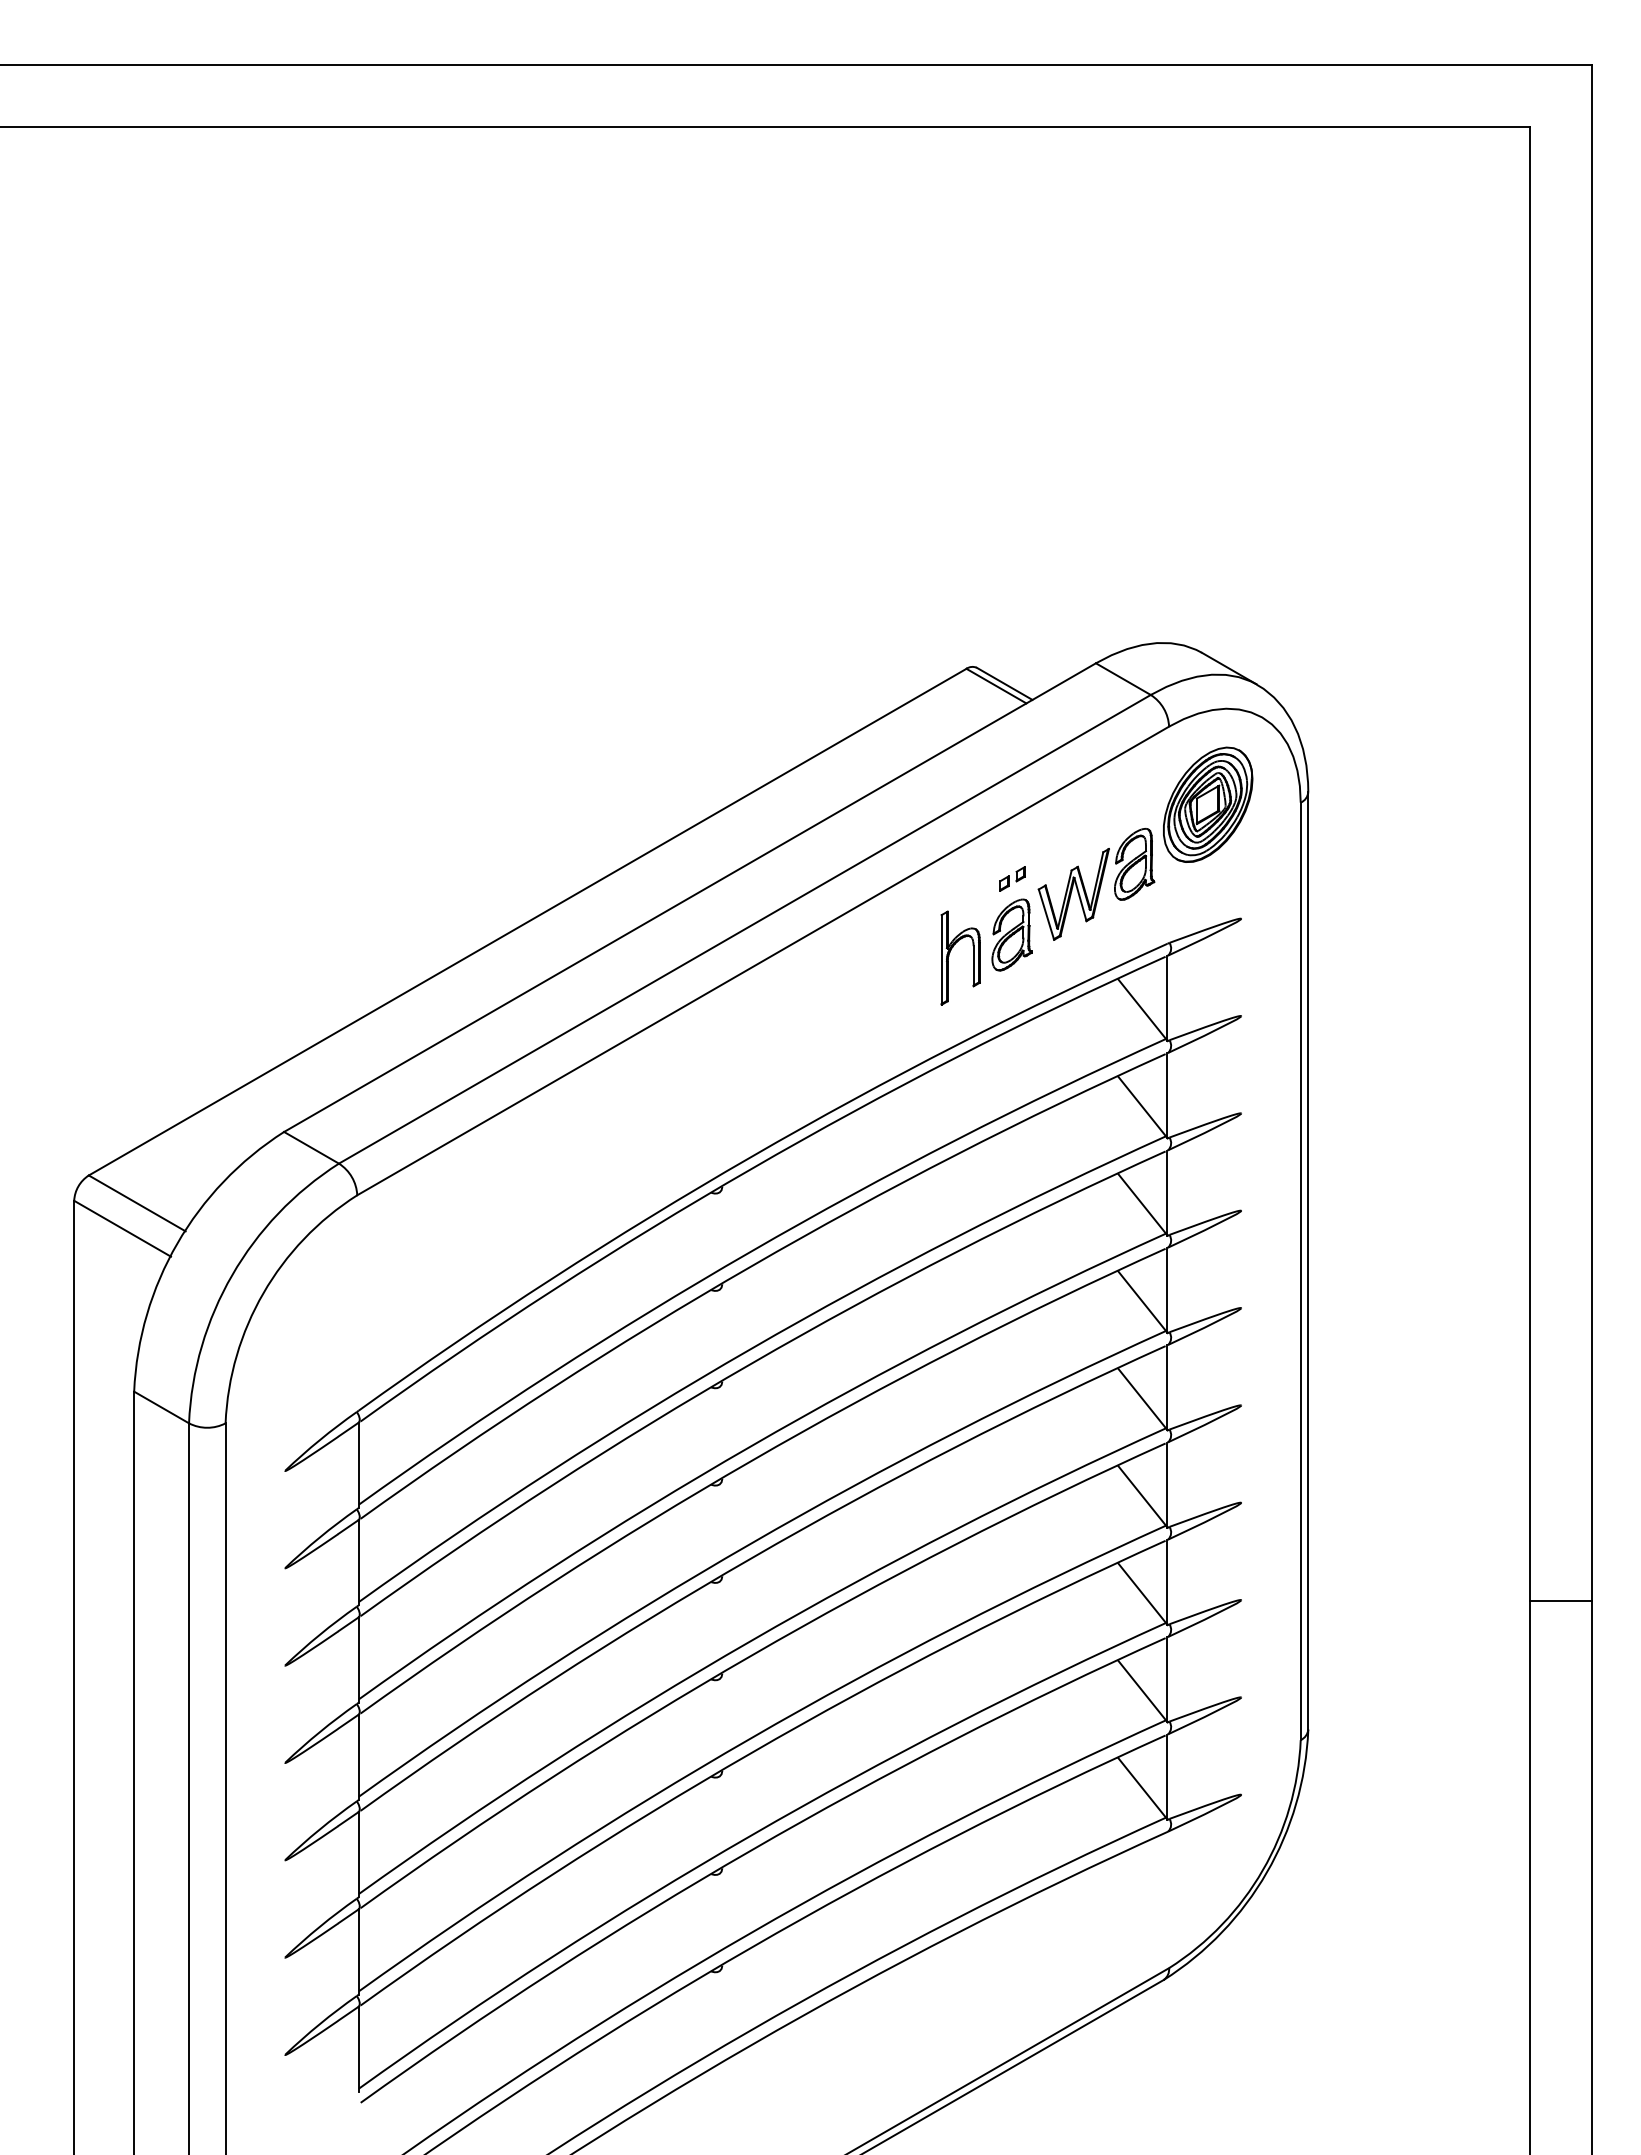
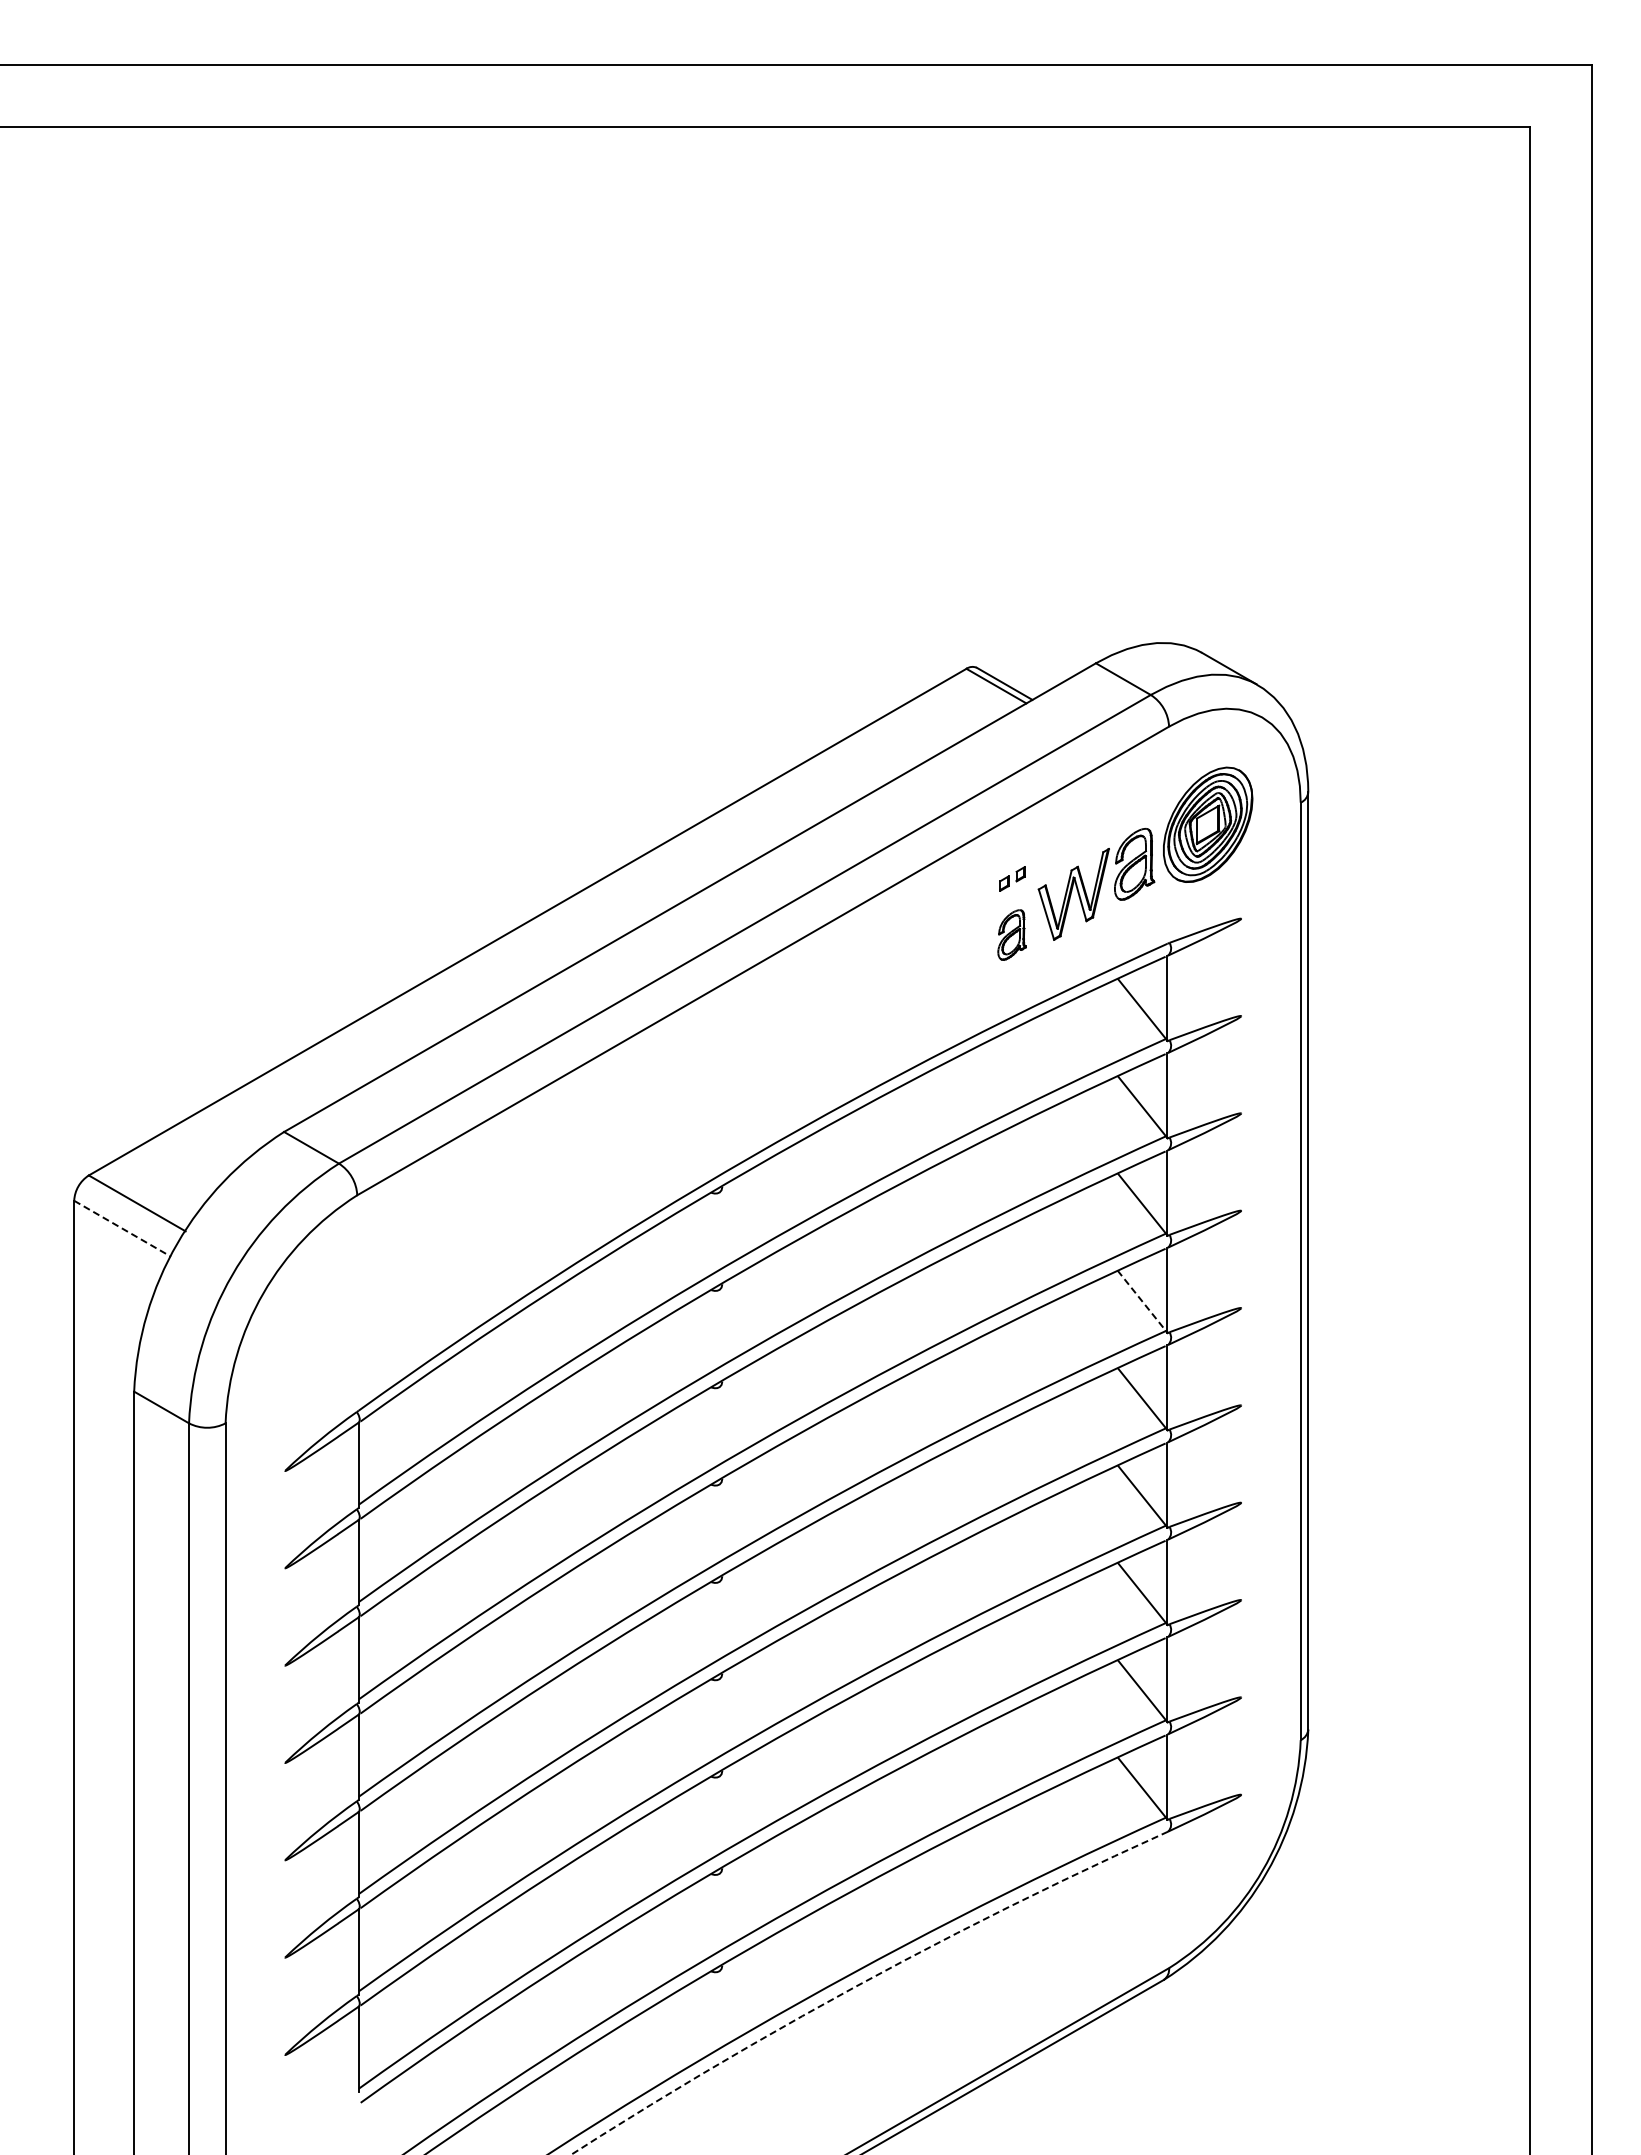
part at (1208, 804) position: (1208, 804) -> (1208, 824)
part at (1011, 934) size: 42x74 px -> 30x52 px
part at (949, 956): present -> none
line at (122, 1228): solid -> dashed
line at (1141, 1300): solid -> dashed
line at (1560, 1600): present -> none
arc at (863, 1982): solid -> dashed
